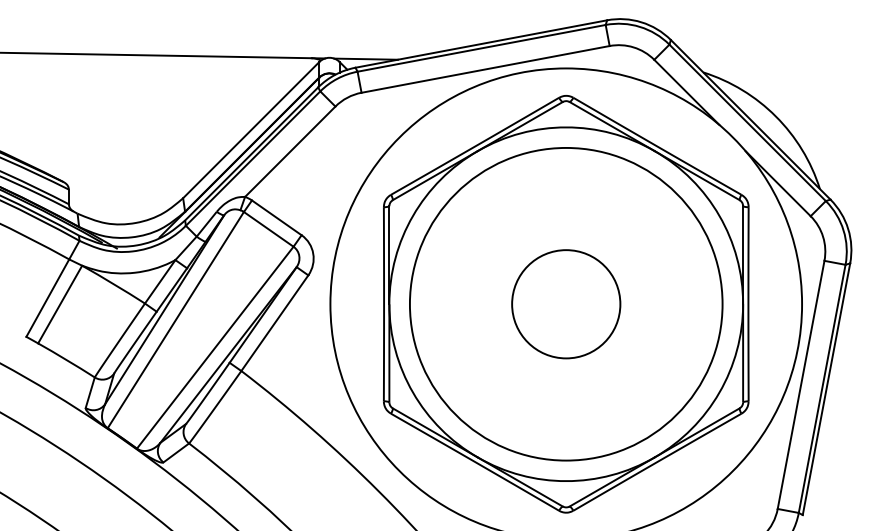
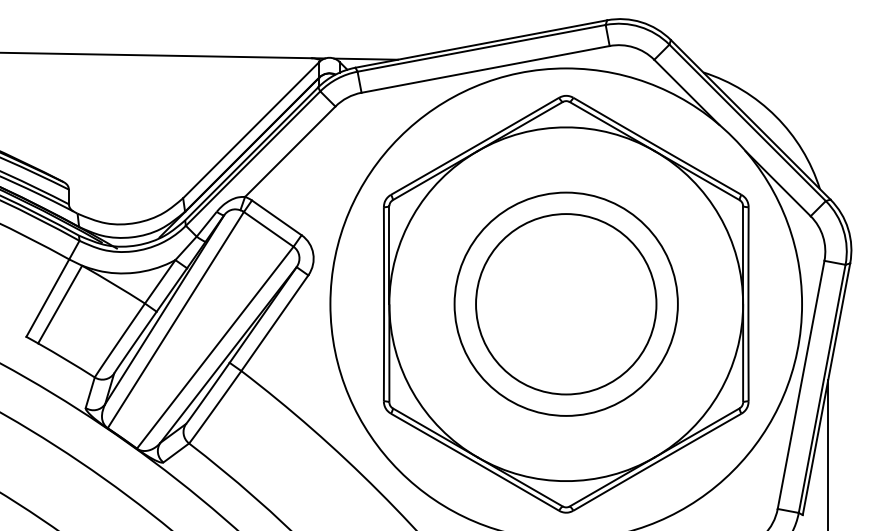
circle at (565, 303) diameter: 313 px -> 223 px
circle at (566, 304) diameter: 108 px -> 180 px
line at (828, 453): none -> present
